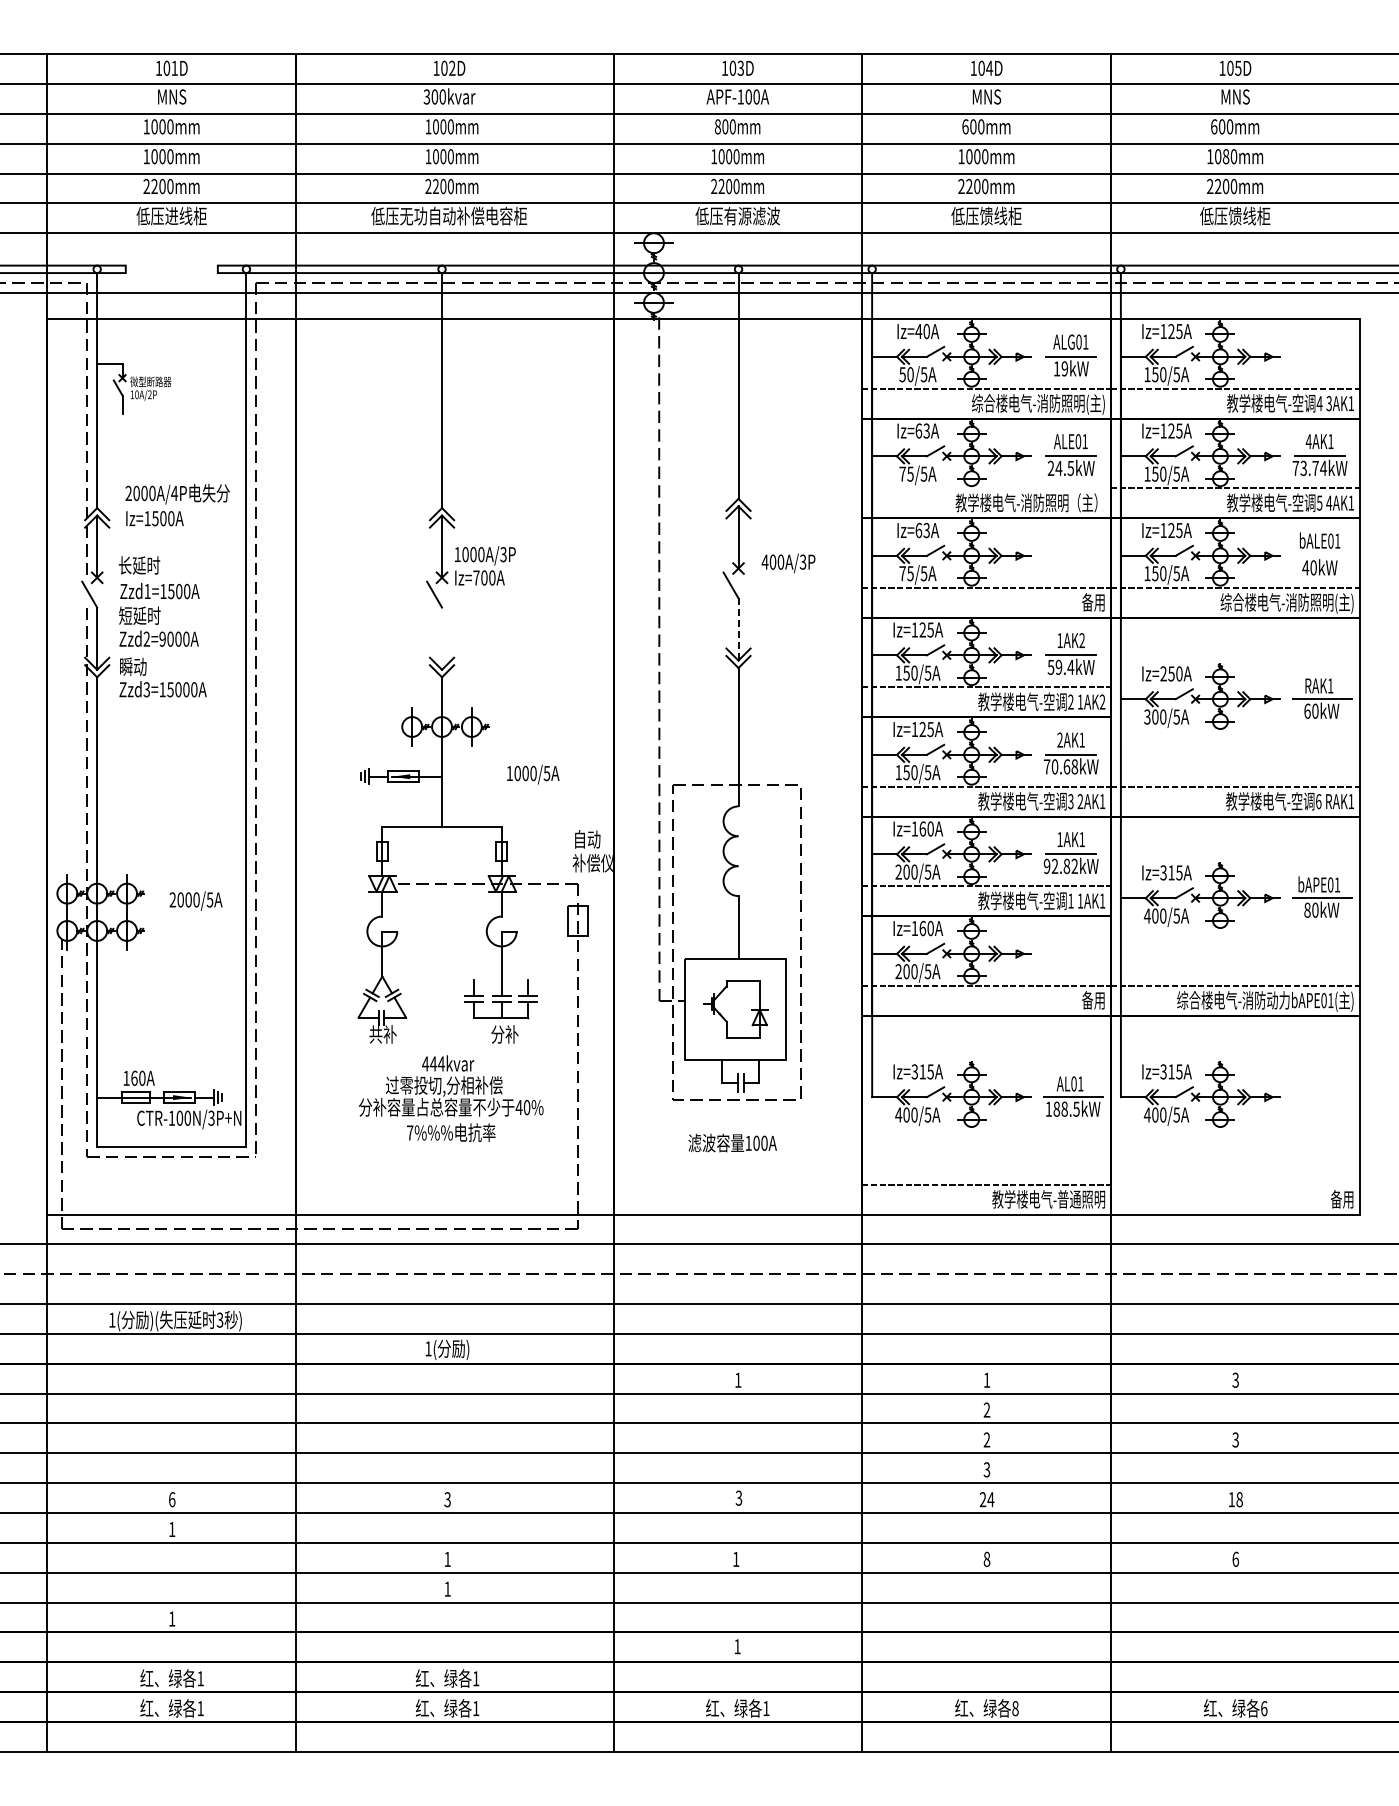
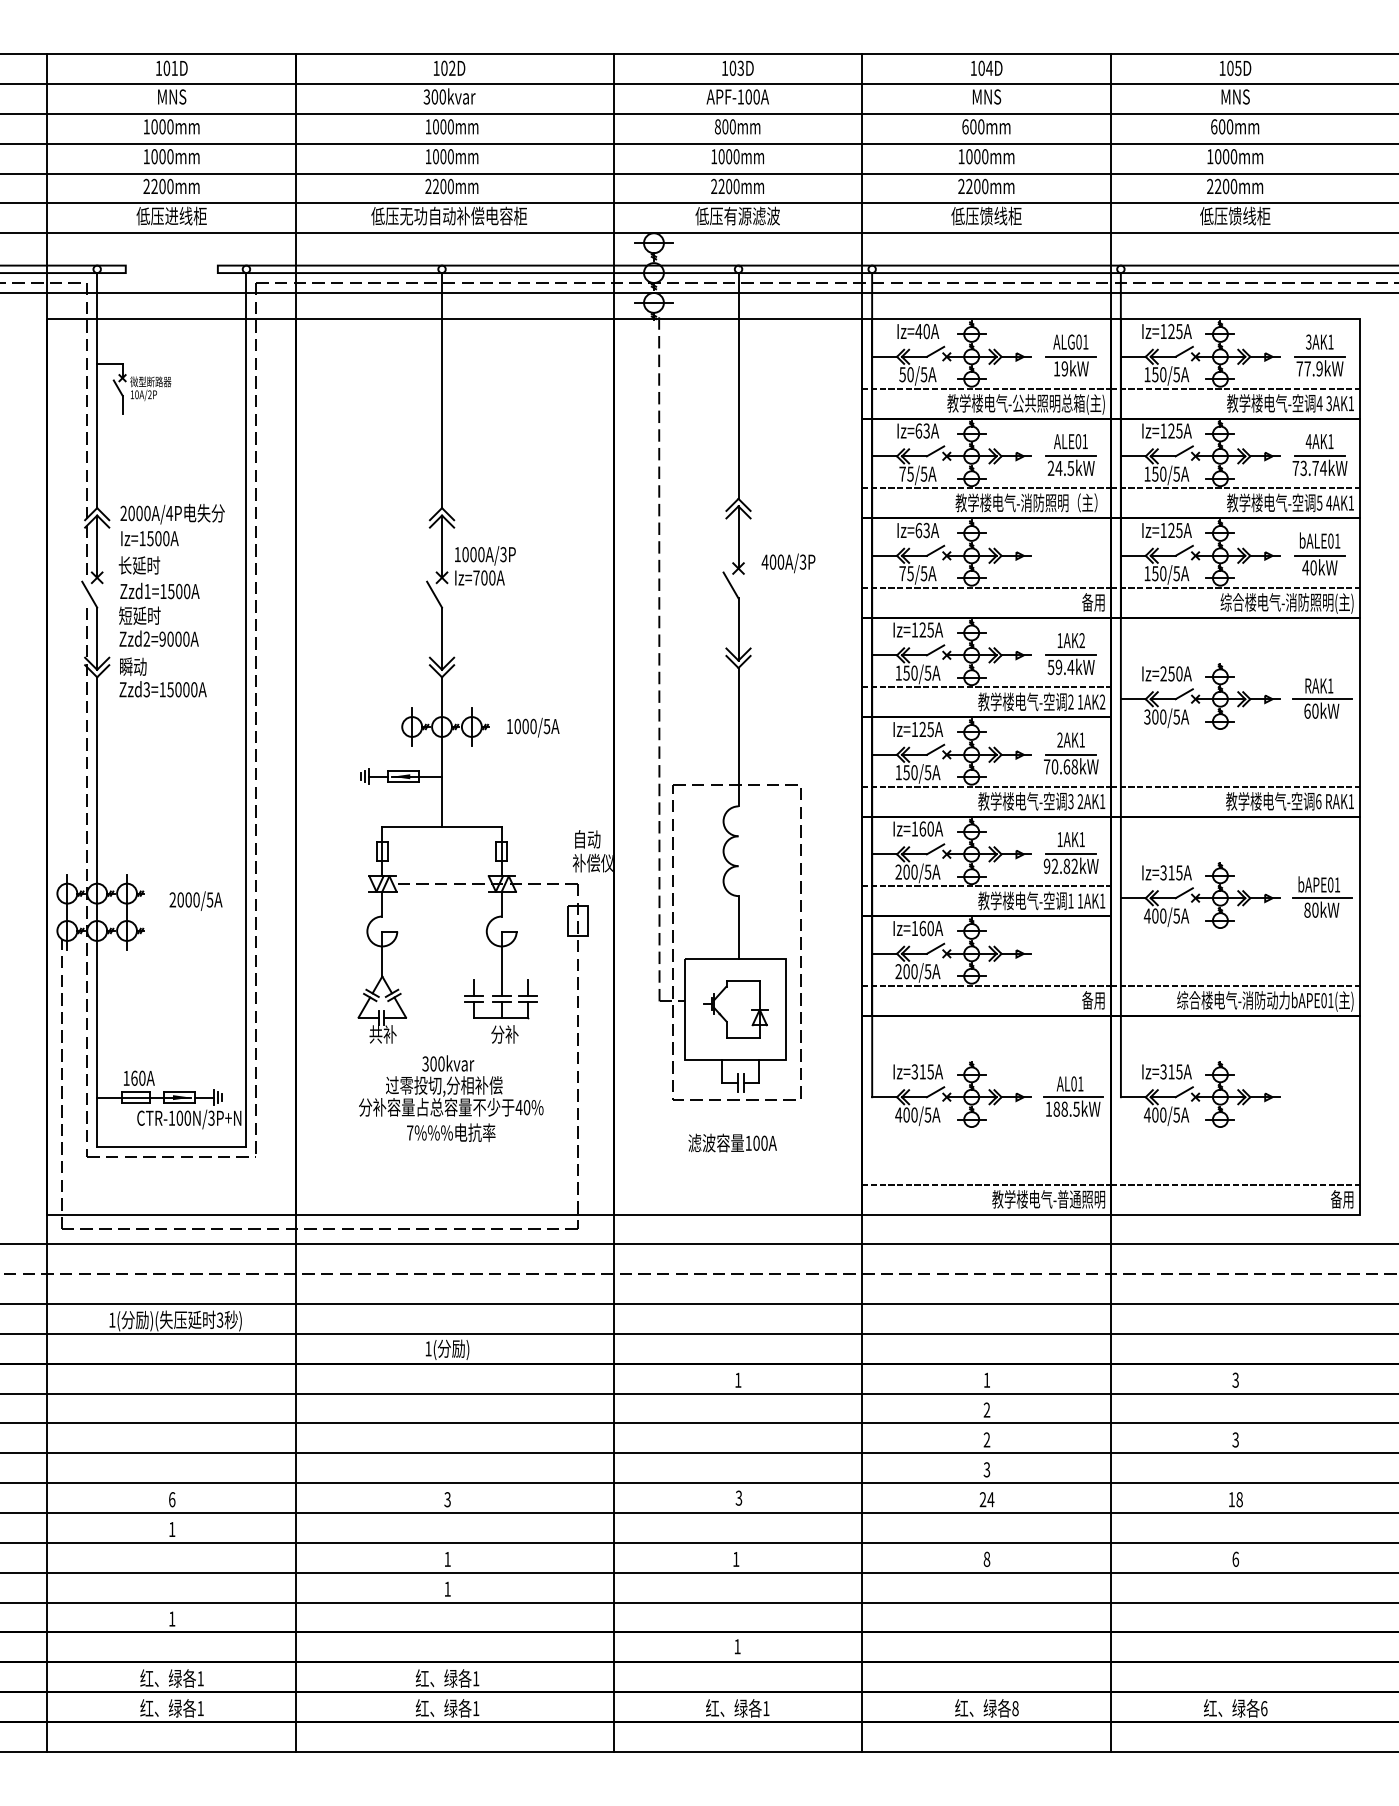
text at (1225, 156): 1080mm -> 1000mm
part at (1319, 355): none -> present
text at (1015, 403): 综合楼电气-消防照明(主) -> 教学楼电气-公共照明总箱(主)
line at (986, 488): none -> present
text at (177, 505) position: (177, 505) -> (172, 525)
line at (1319, 555): none -> present
line at (738, 629): dashed -> solid
line at (442, 638): none -> present
text at (533, 774) position: (533, 774) -> (533, 727)
text at (433, 1063): 444kvar -> 300kvar
line at (1234, 1184): none -> present
